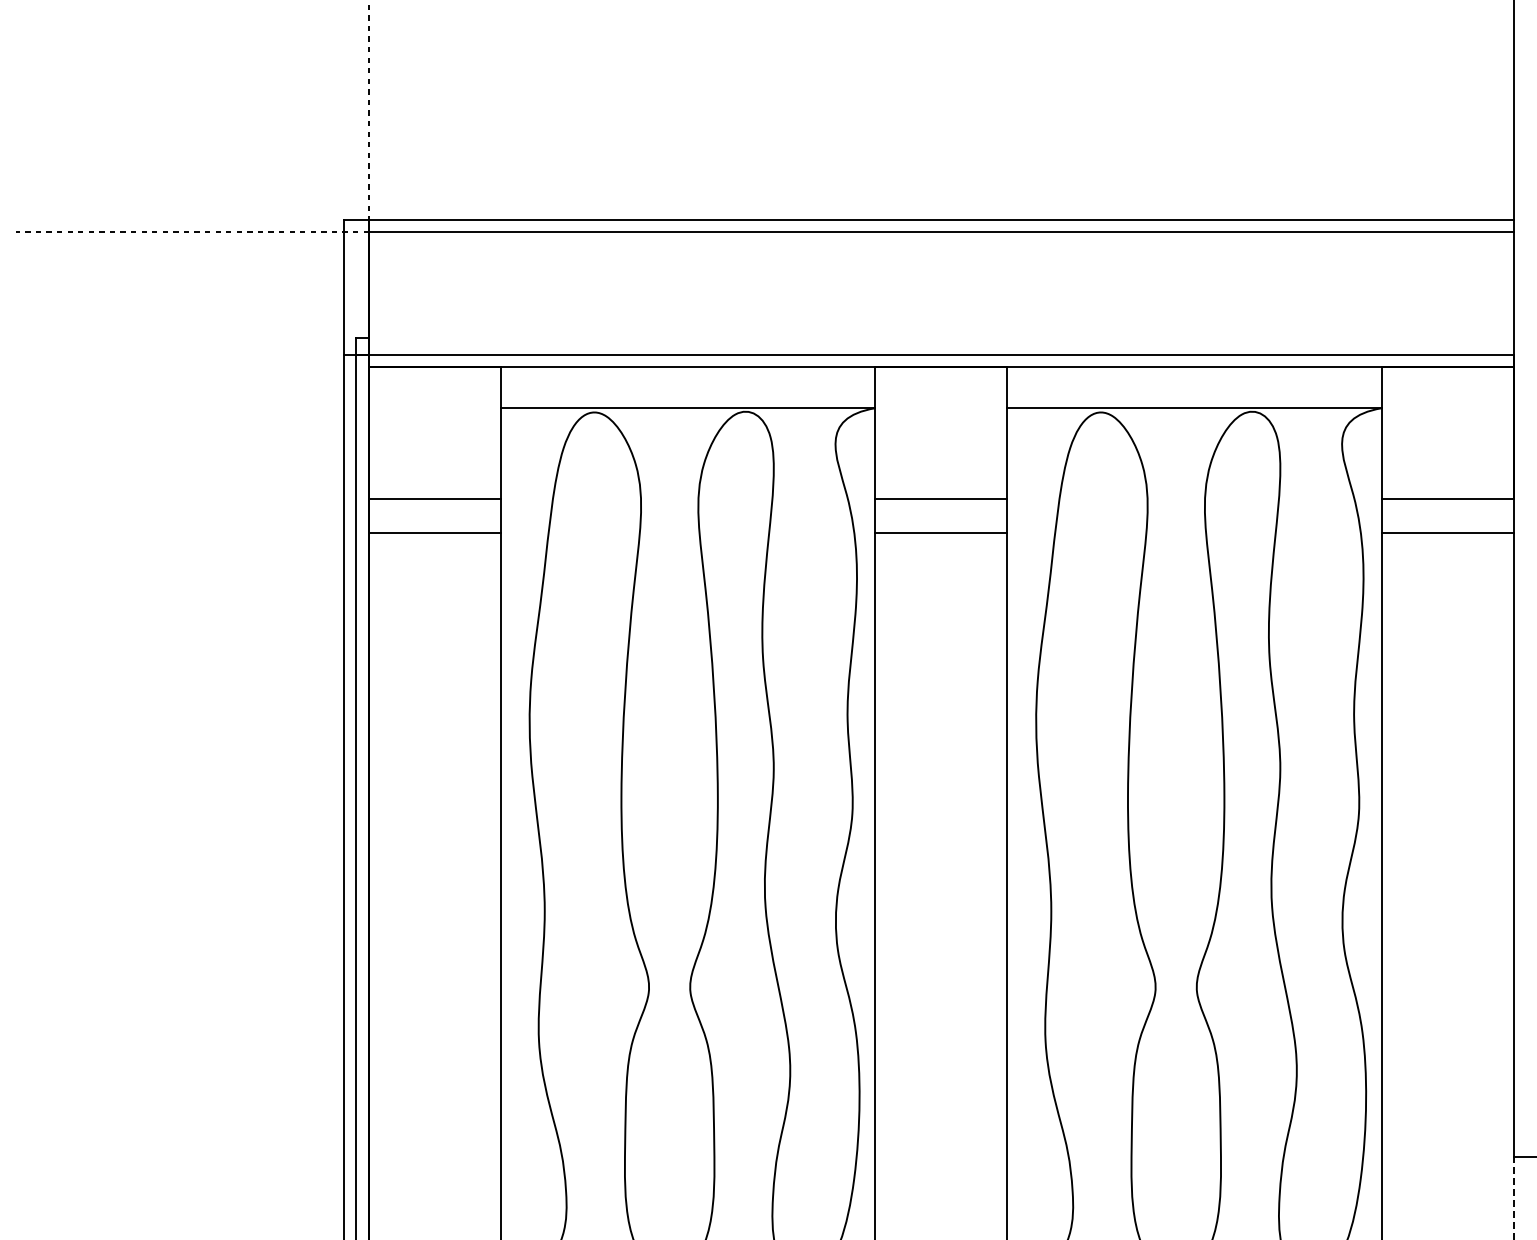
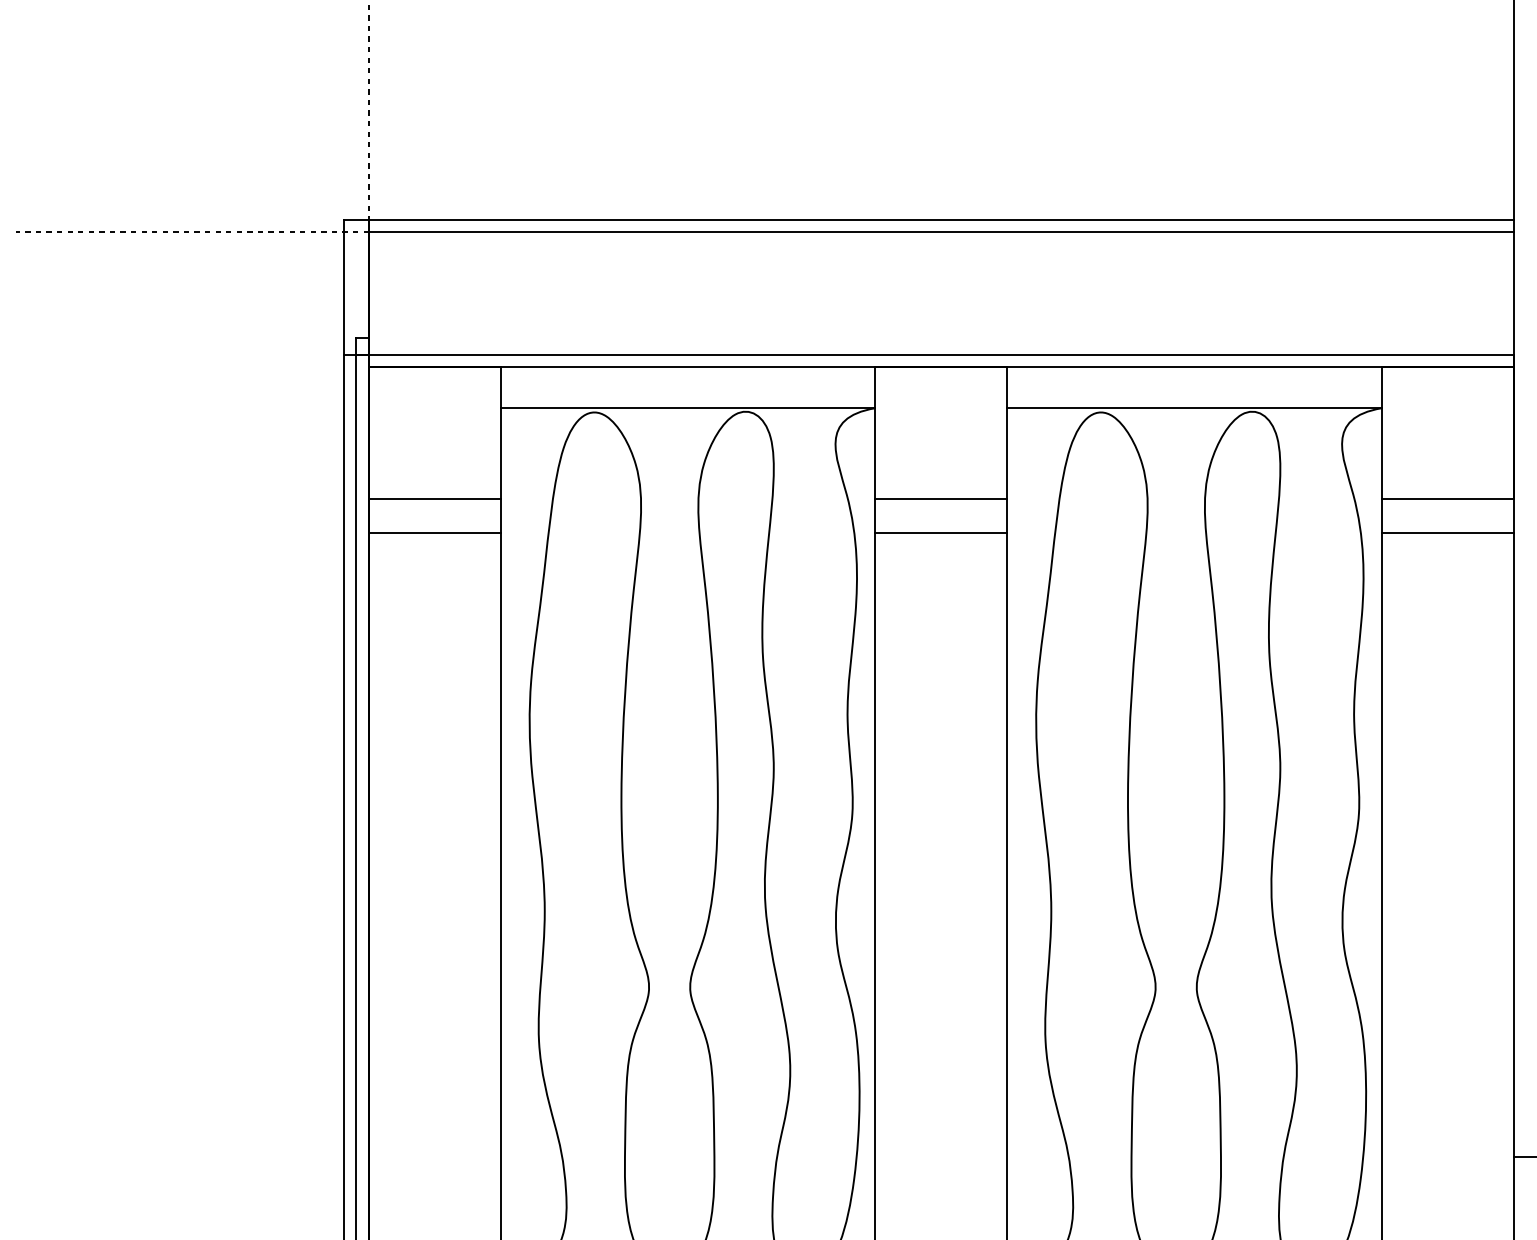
line at (1514, 1198): dashed -> solid
